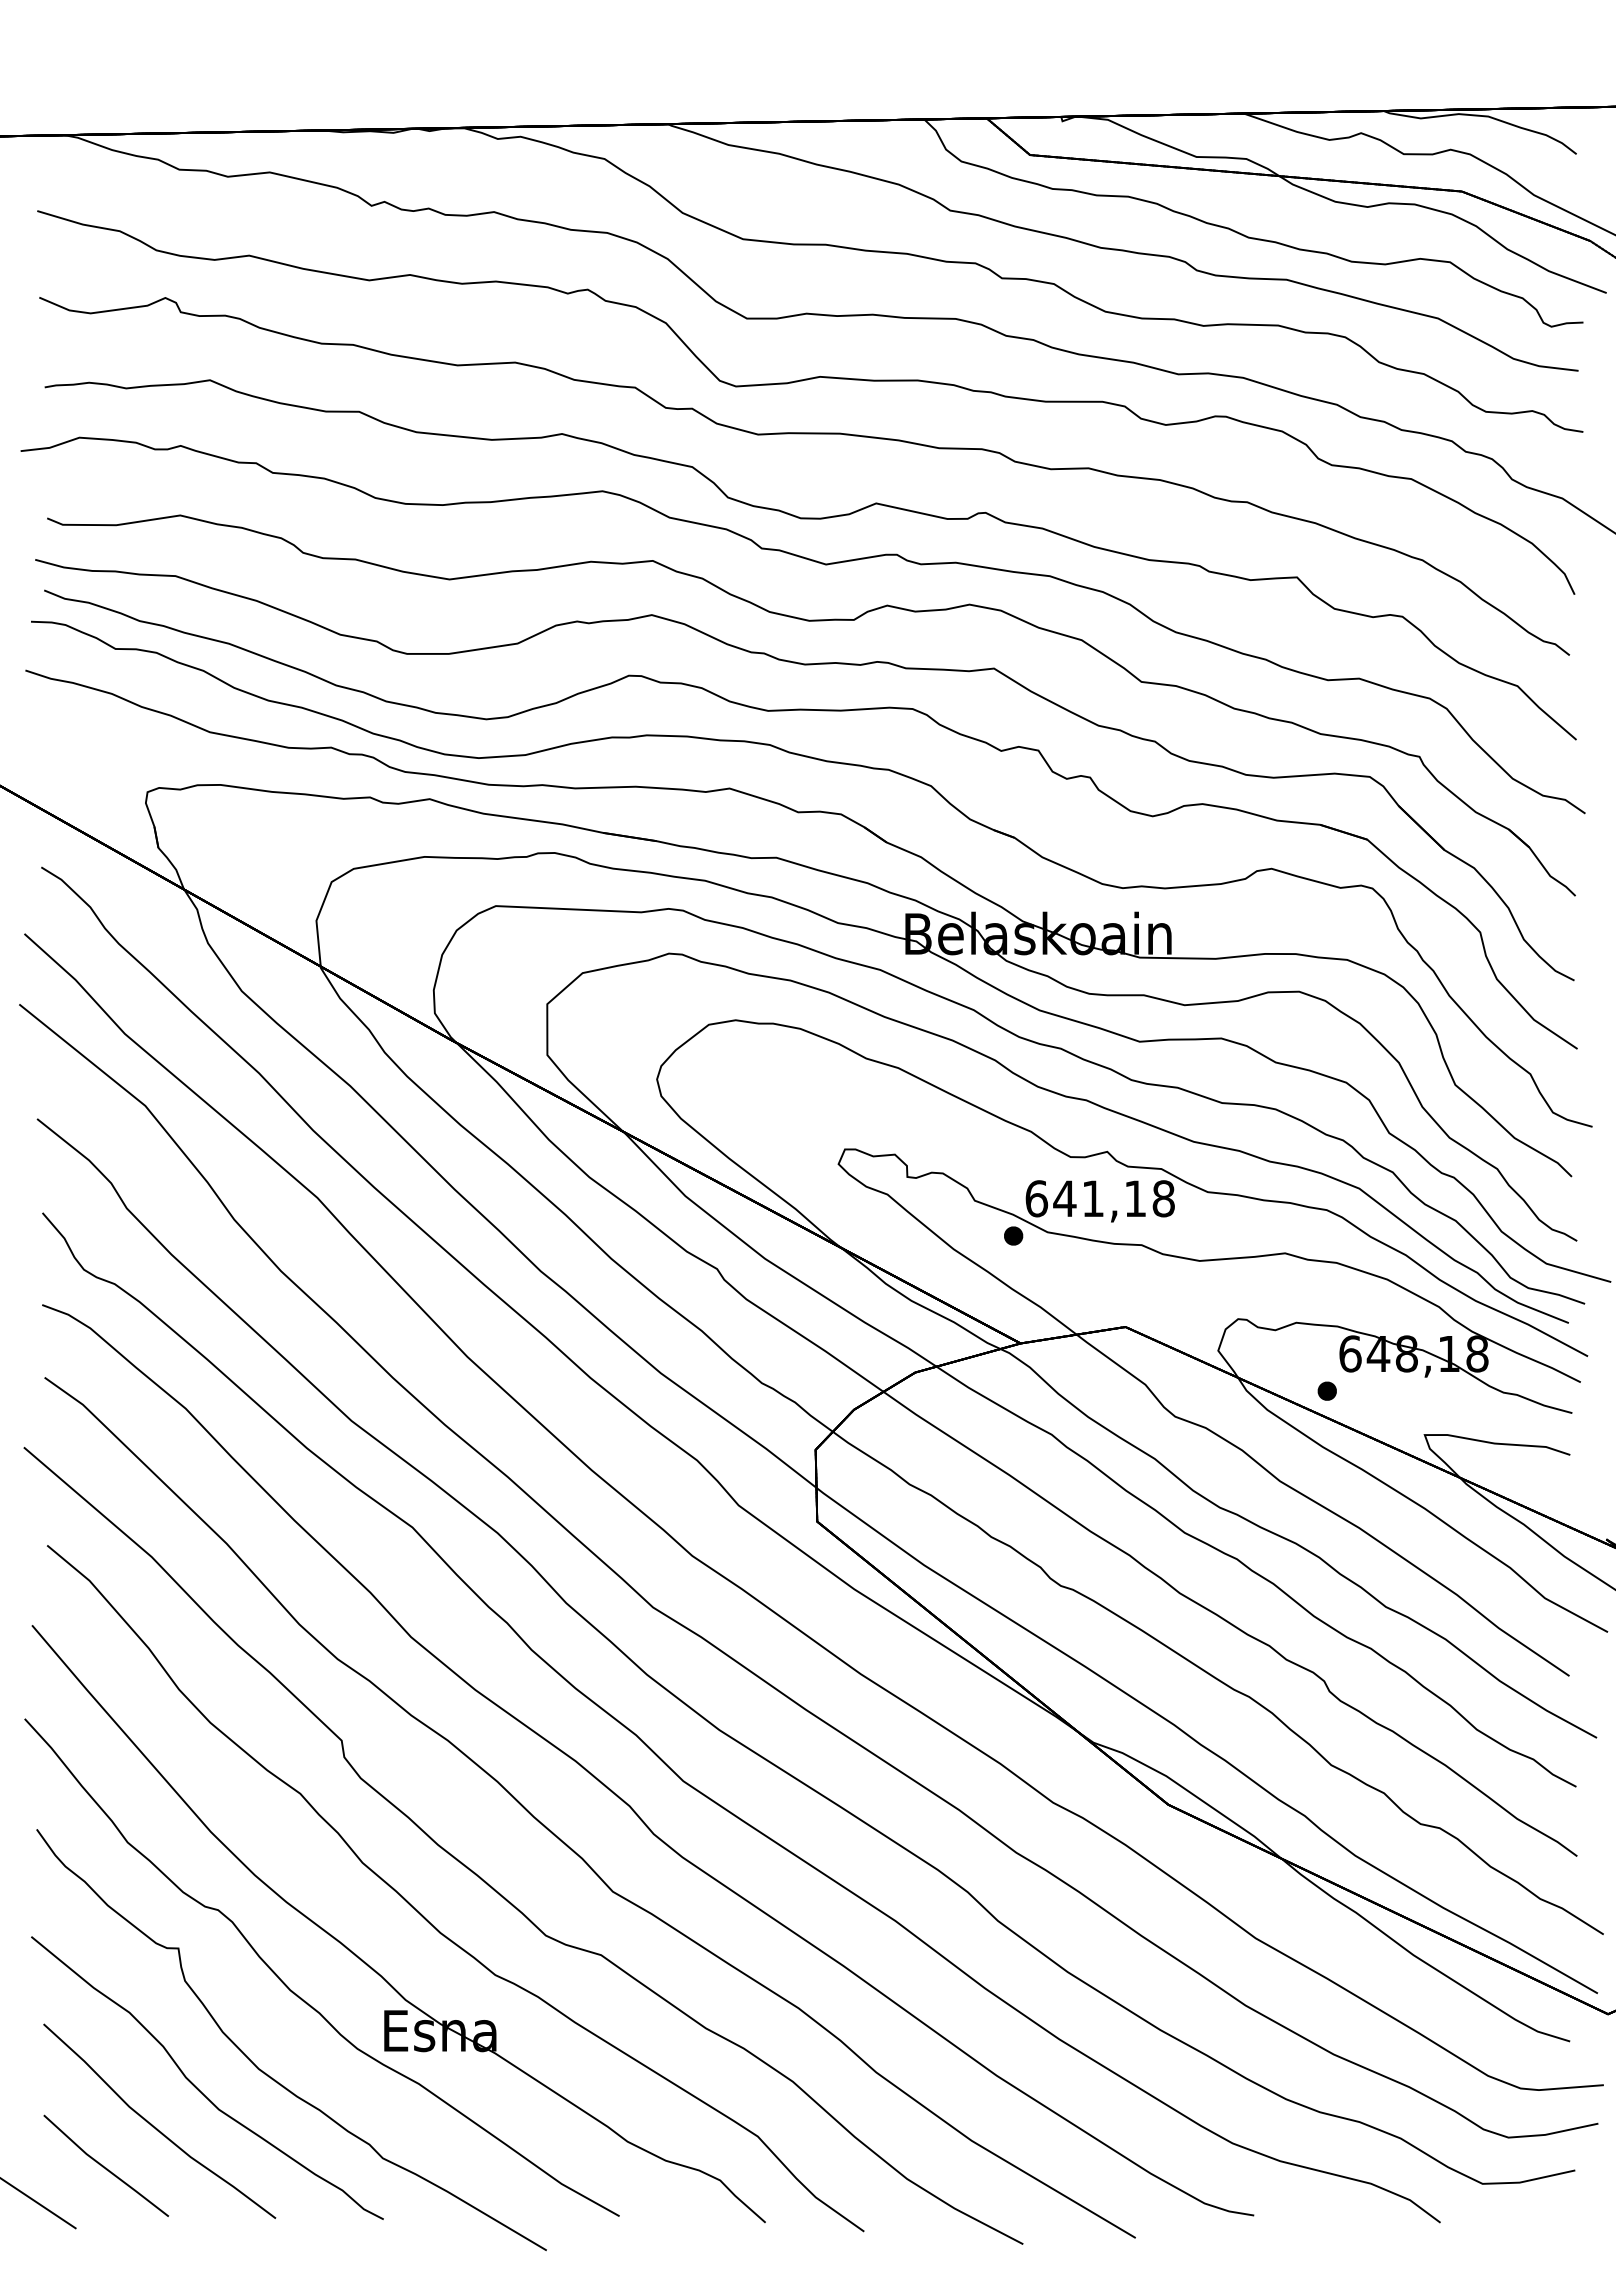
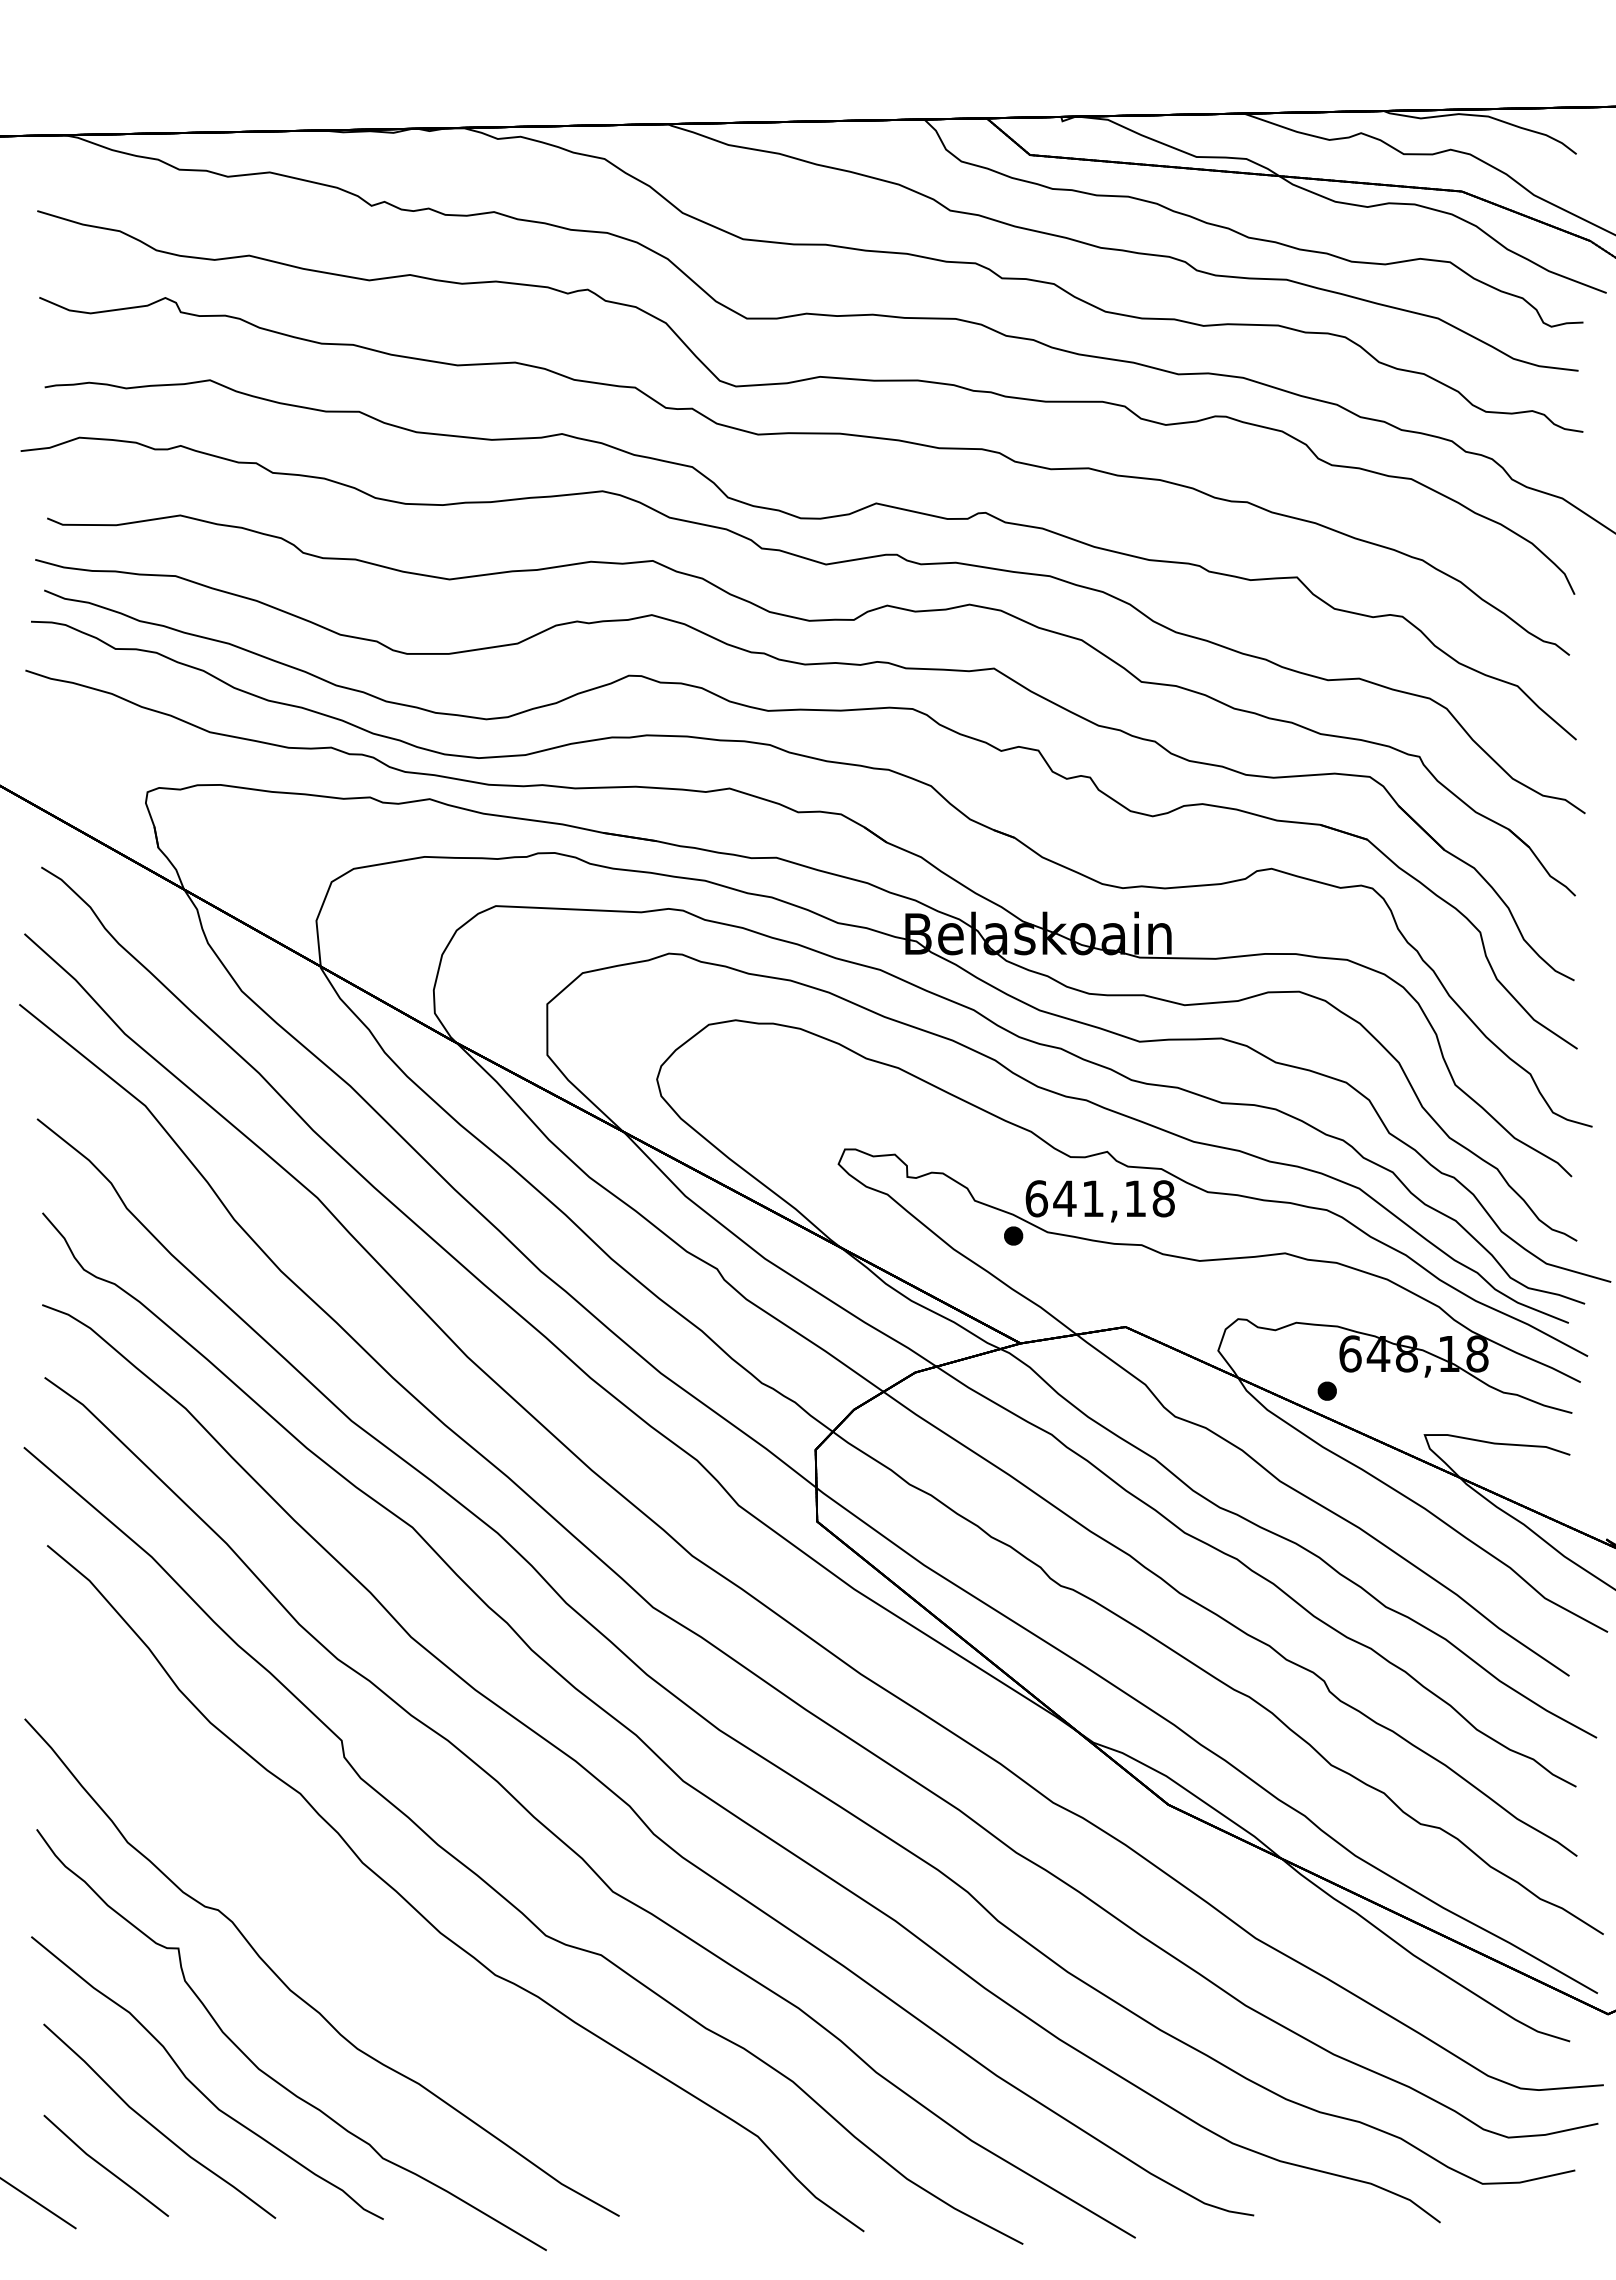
part at (366, 1962): present -> none
